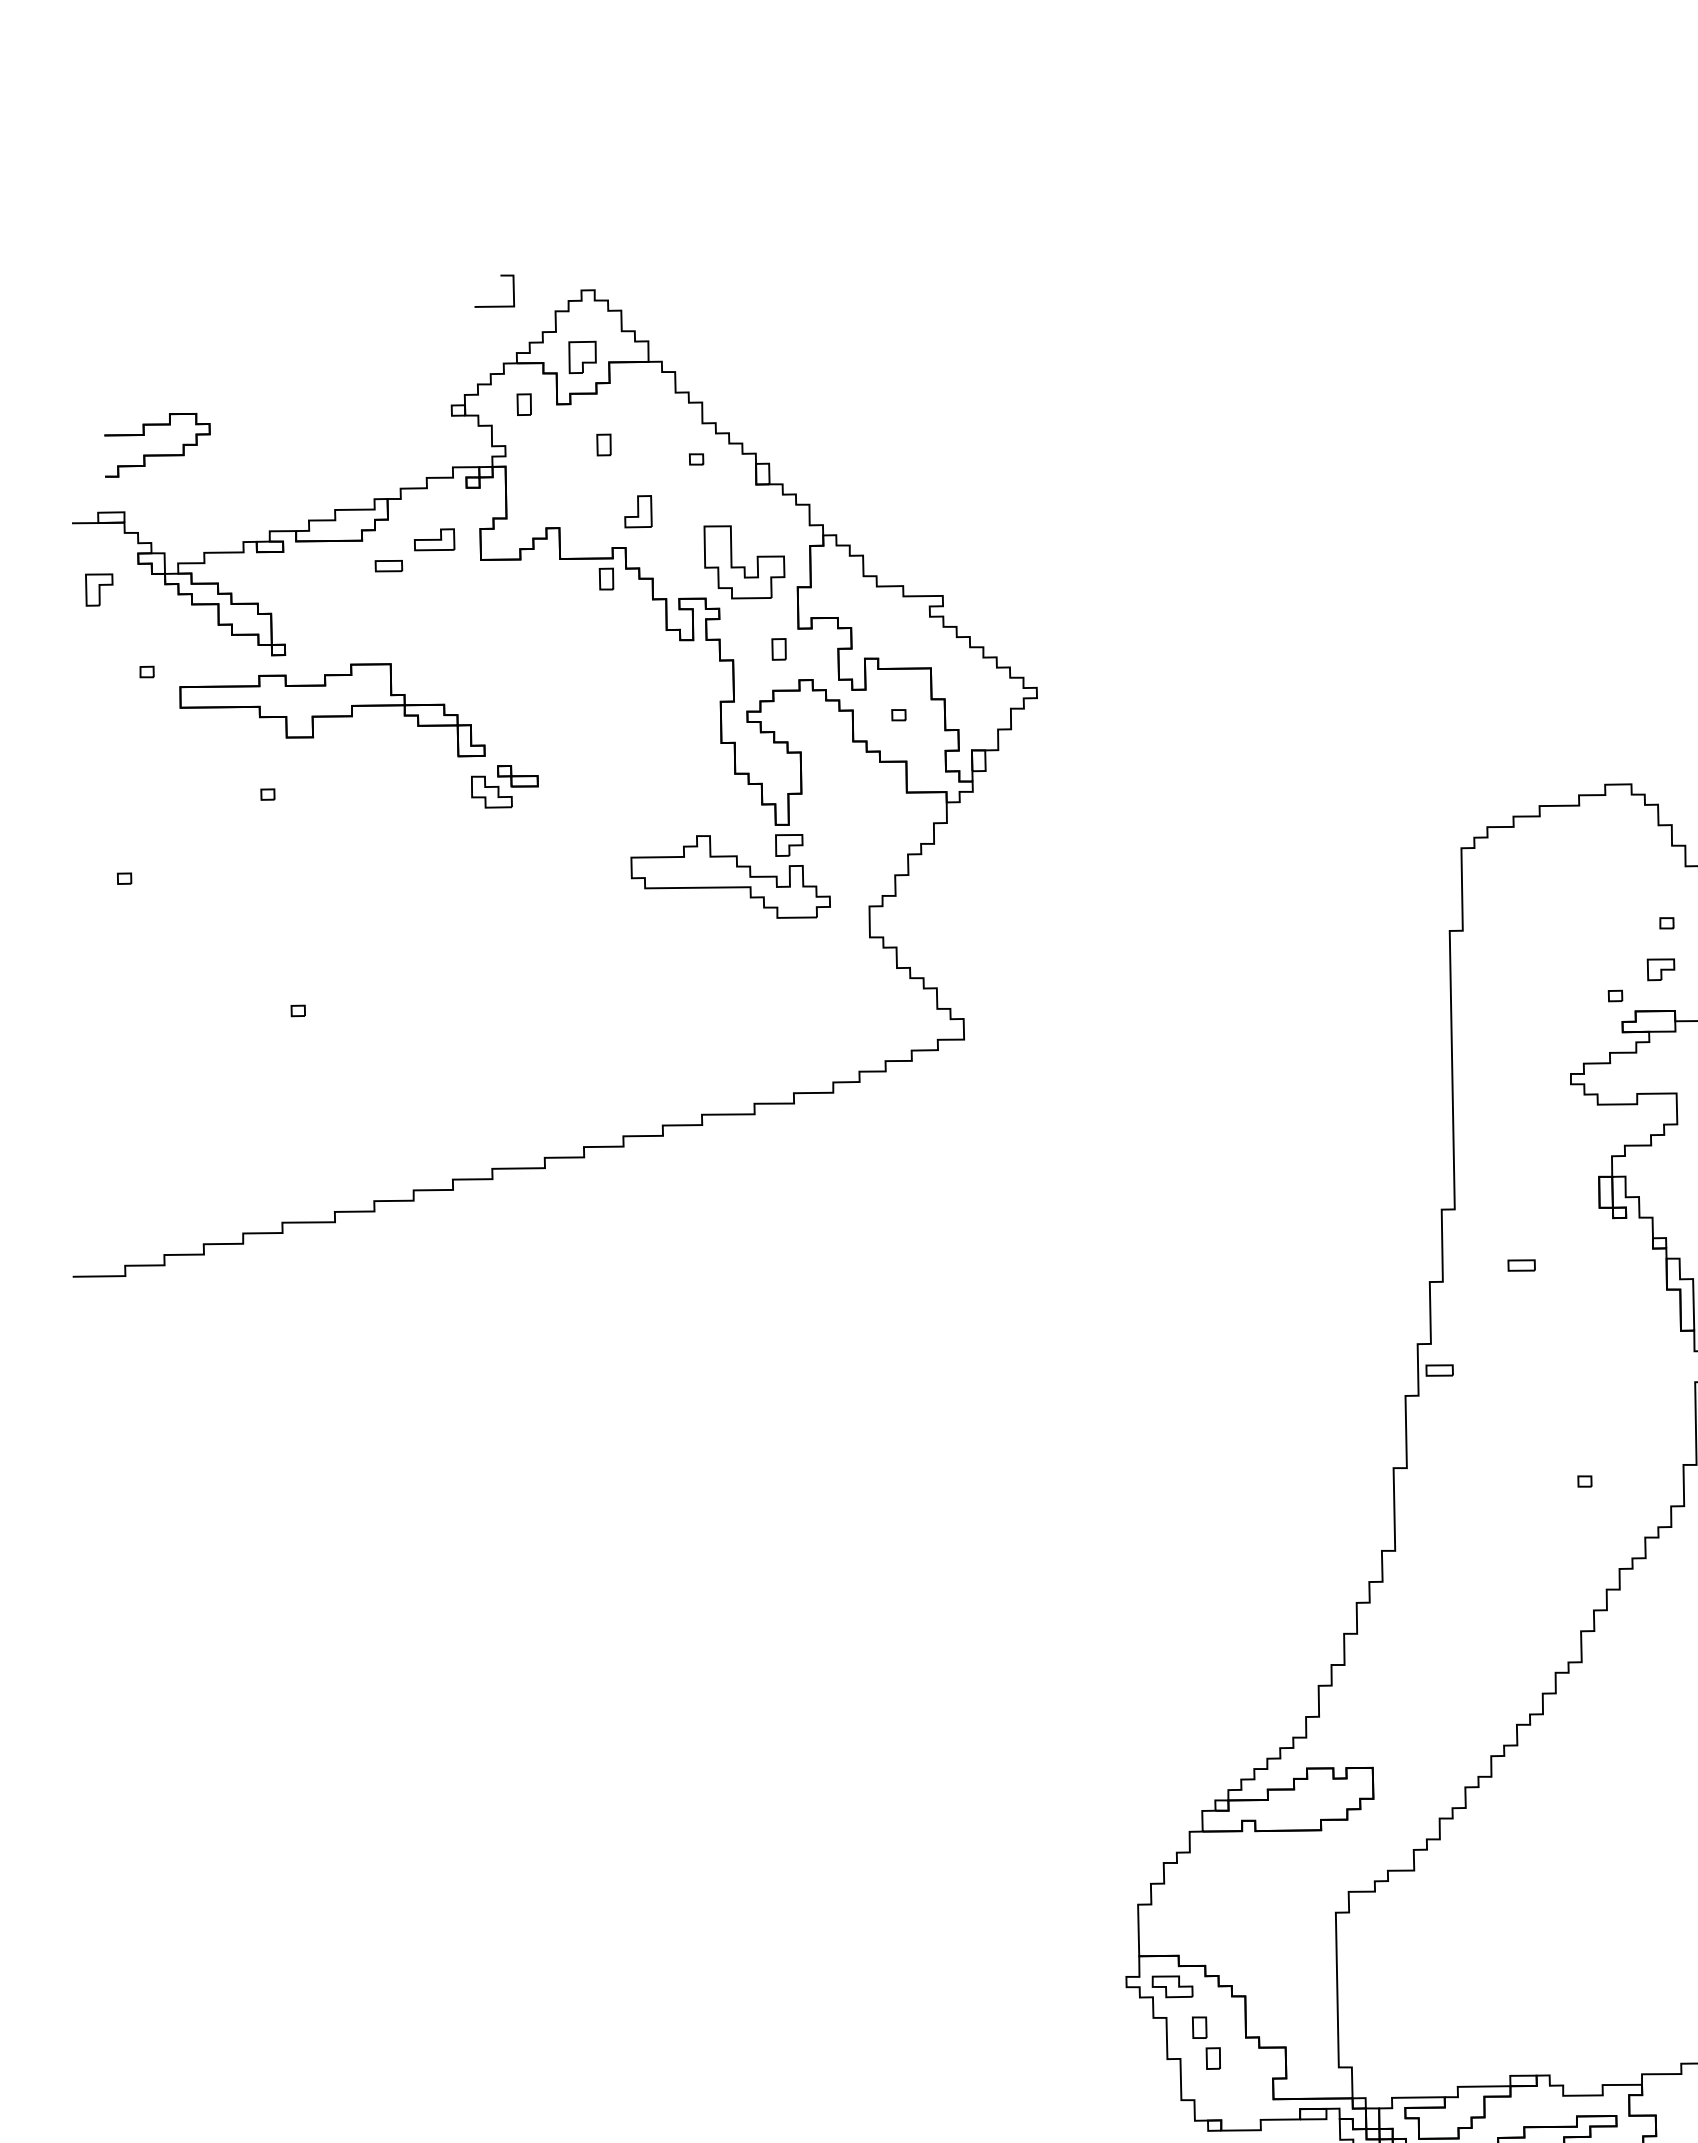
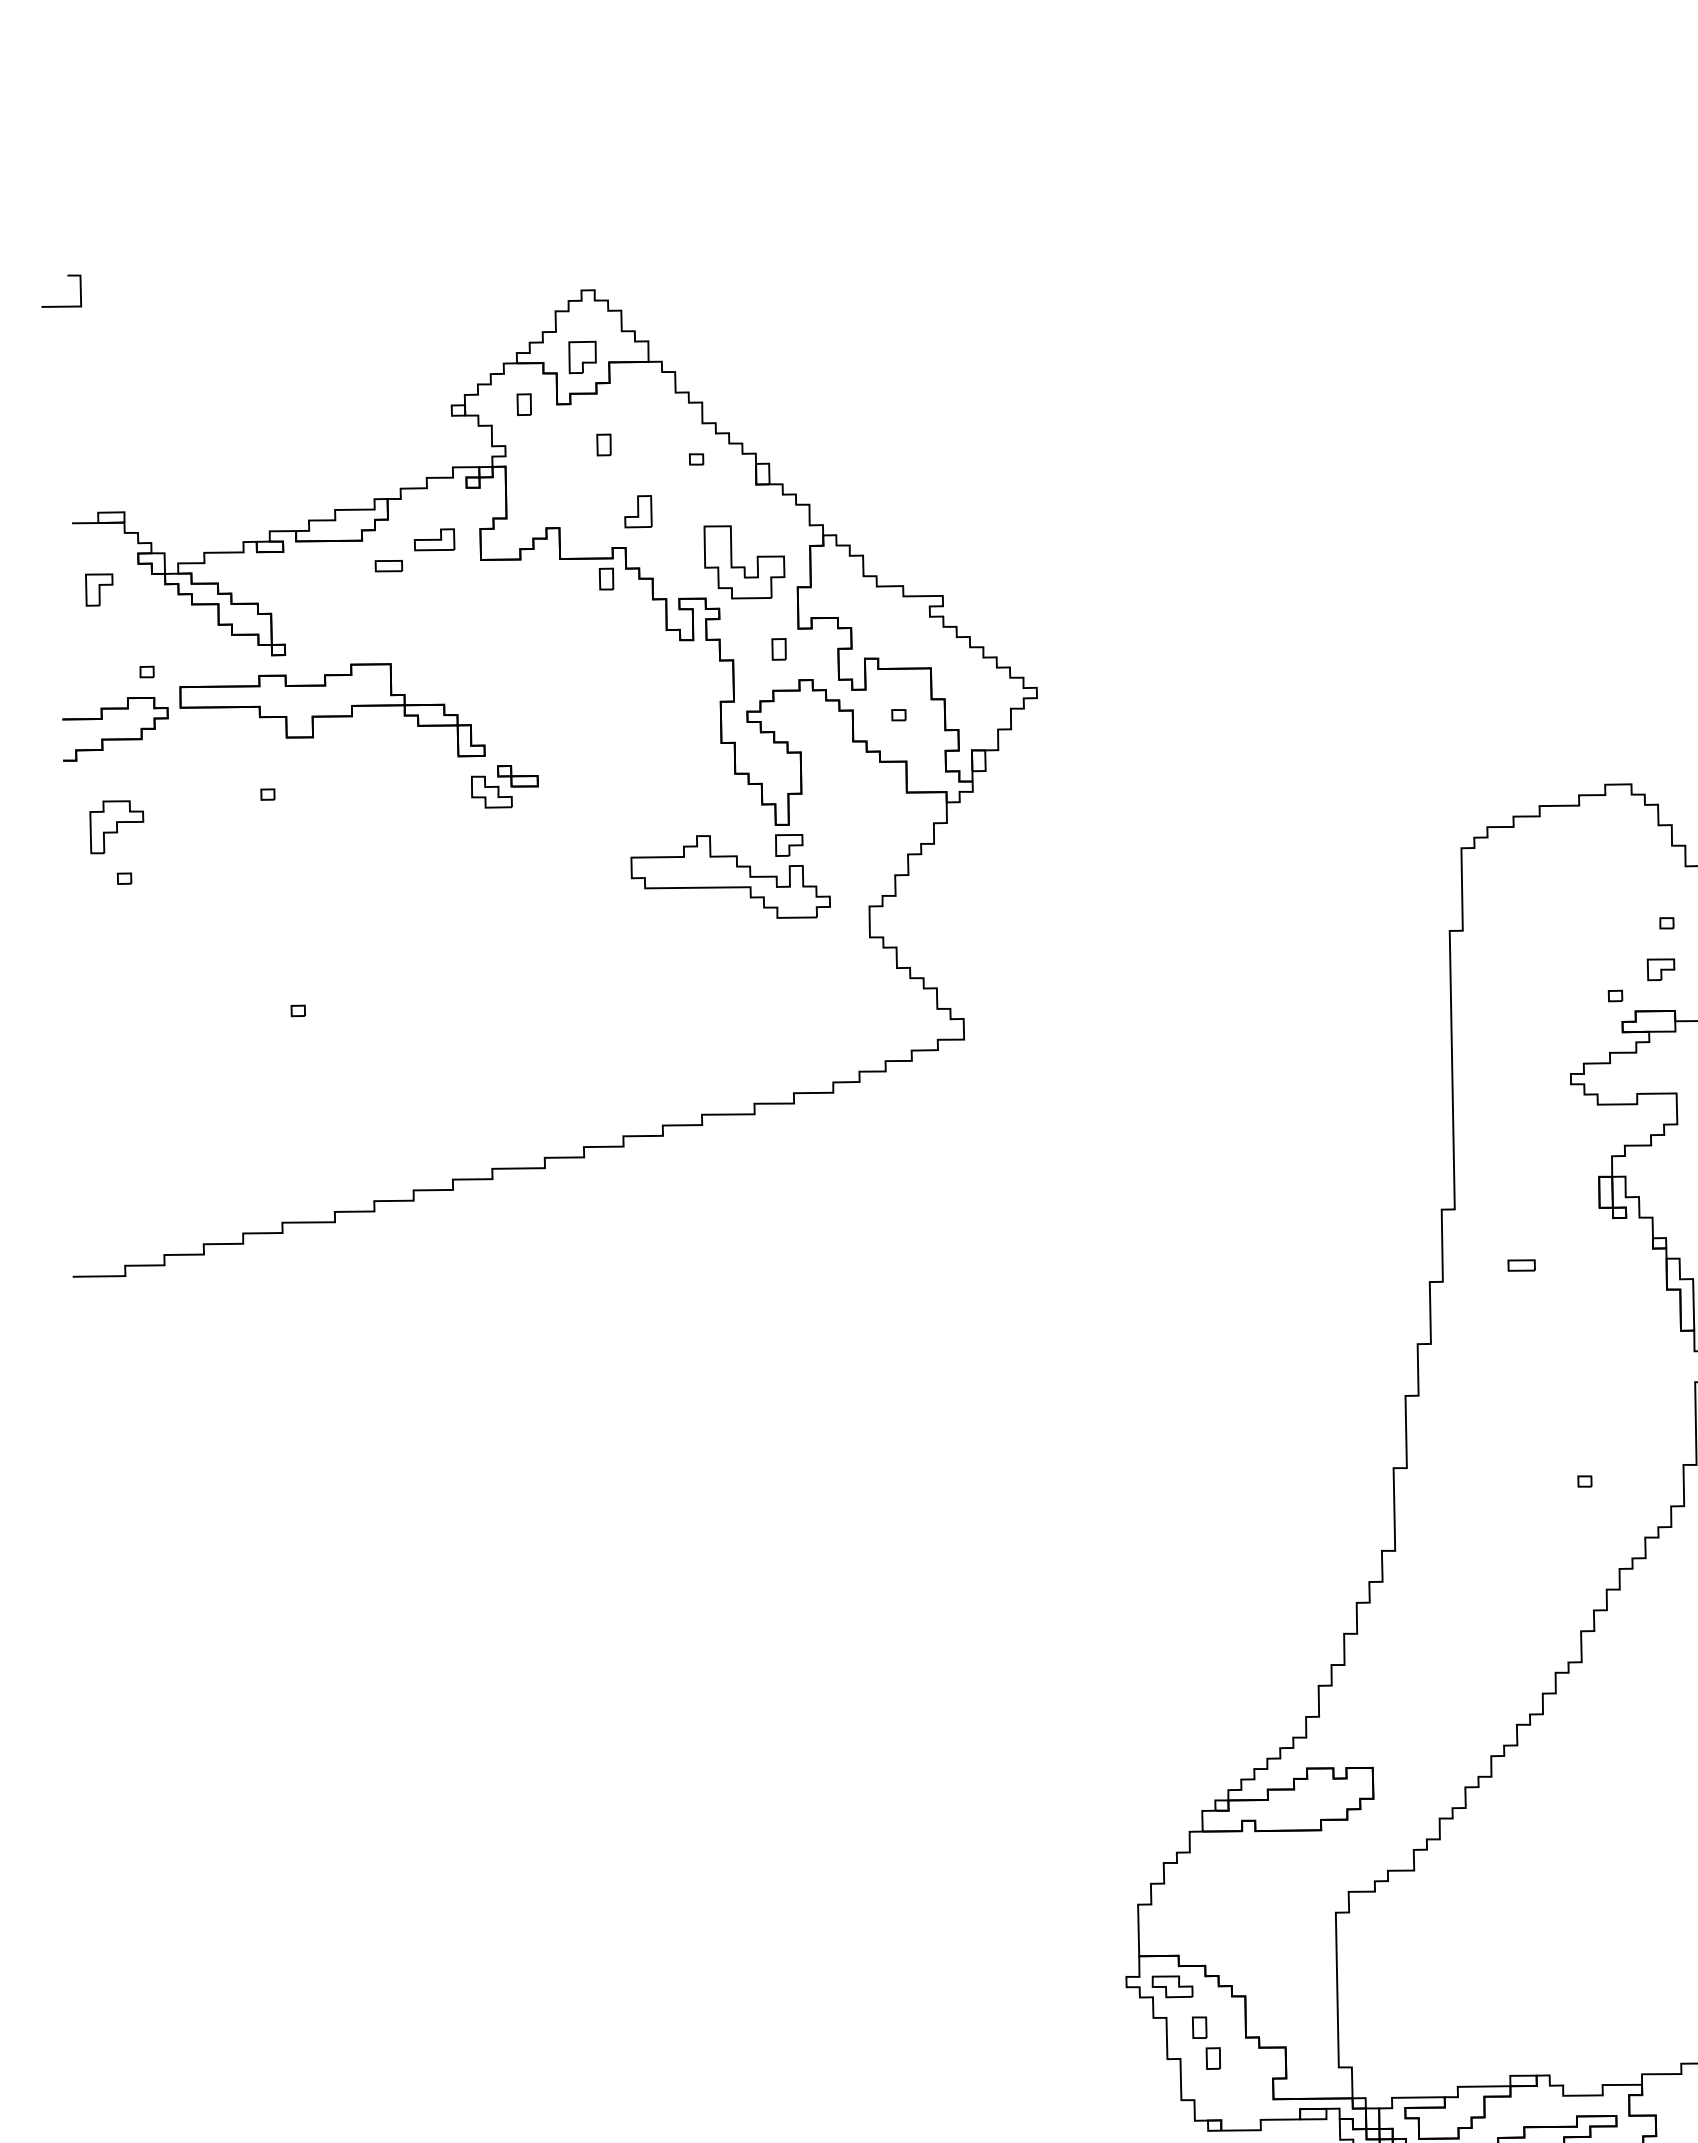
line at (494, 305) position: (494, 305) -> (61, 305)
part at (157, 454) position: (157, 454) -> (115, 738)
part at (116, 827): none -> present
part at (1439, 1370): present -> none
